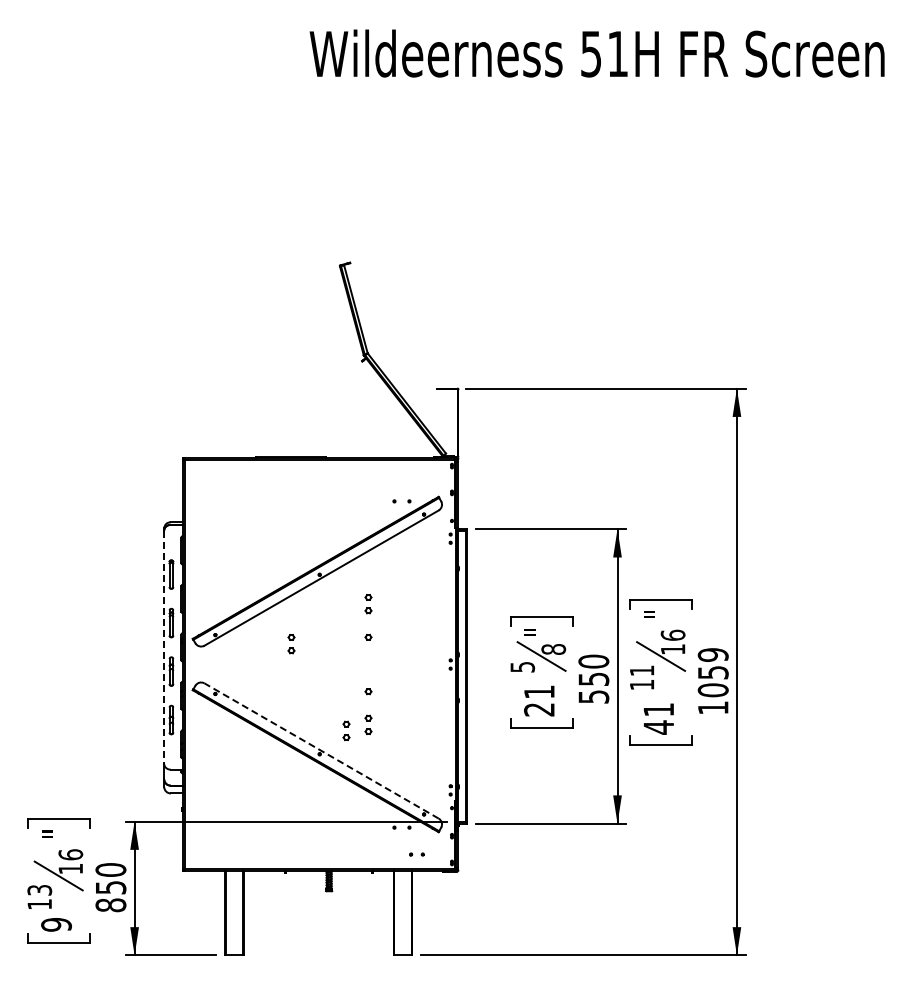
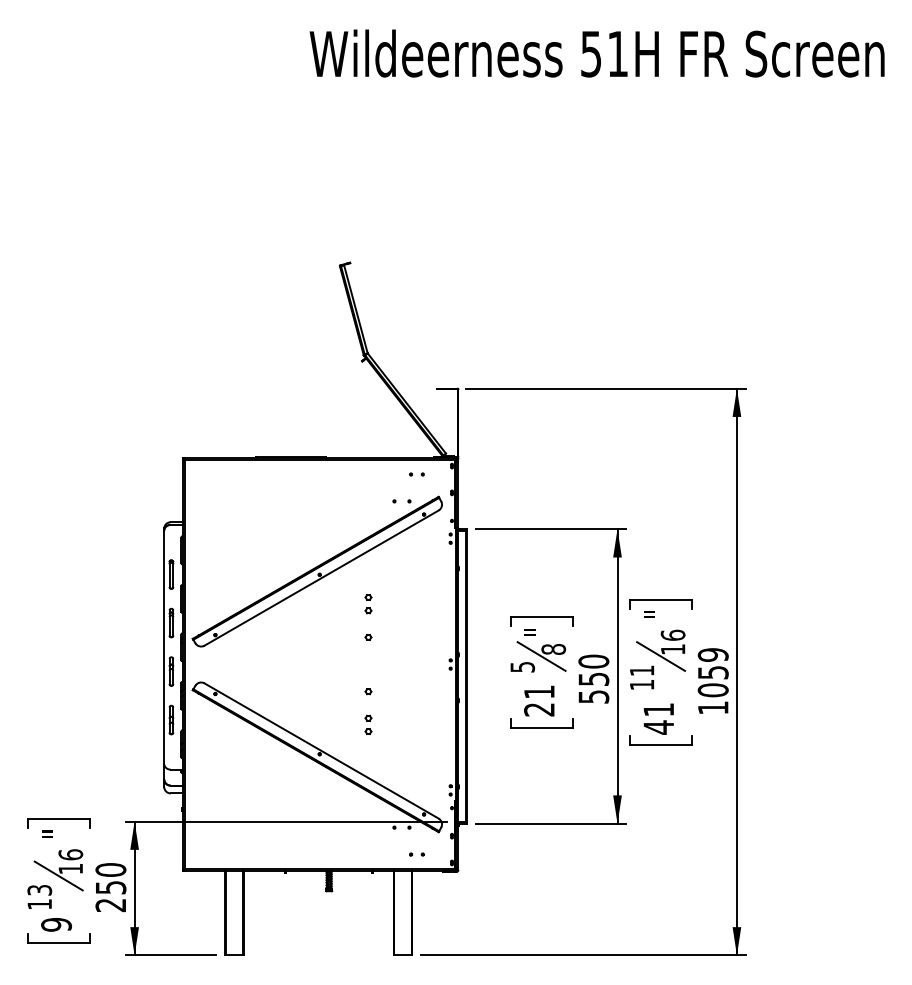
part at (416, 474): none -> present
part at (291, 644): present -> none
line at (164, 647): dashed -> solid
part at (346, 730): present -> none
line at (321, 750): dashed -> solid
text at (110, 905): 850 -> 250
